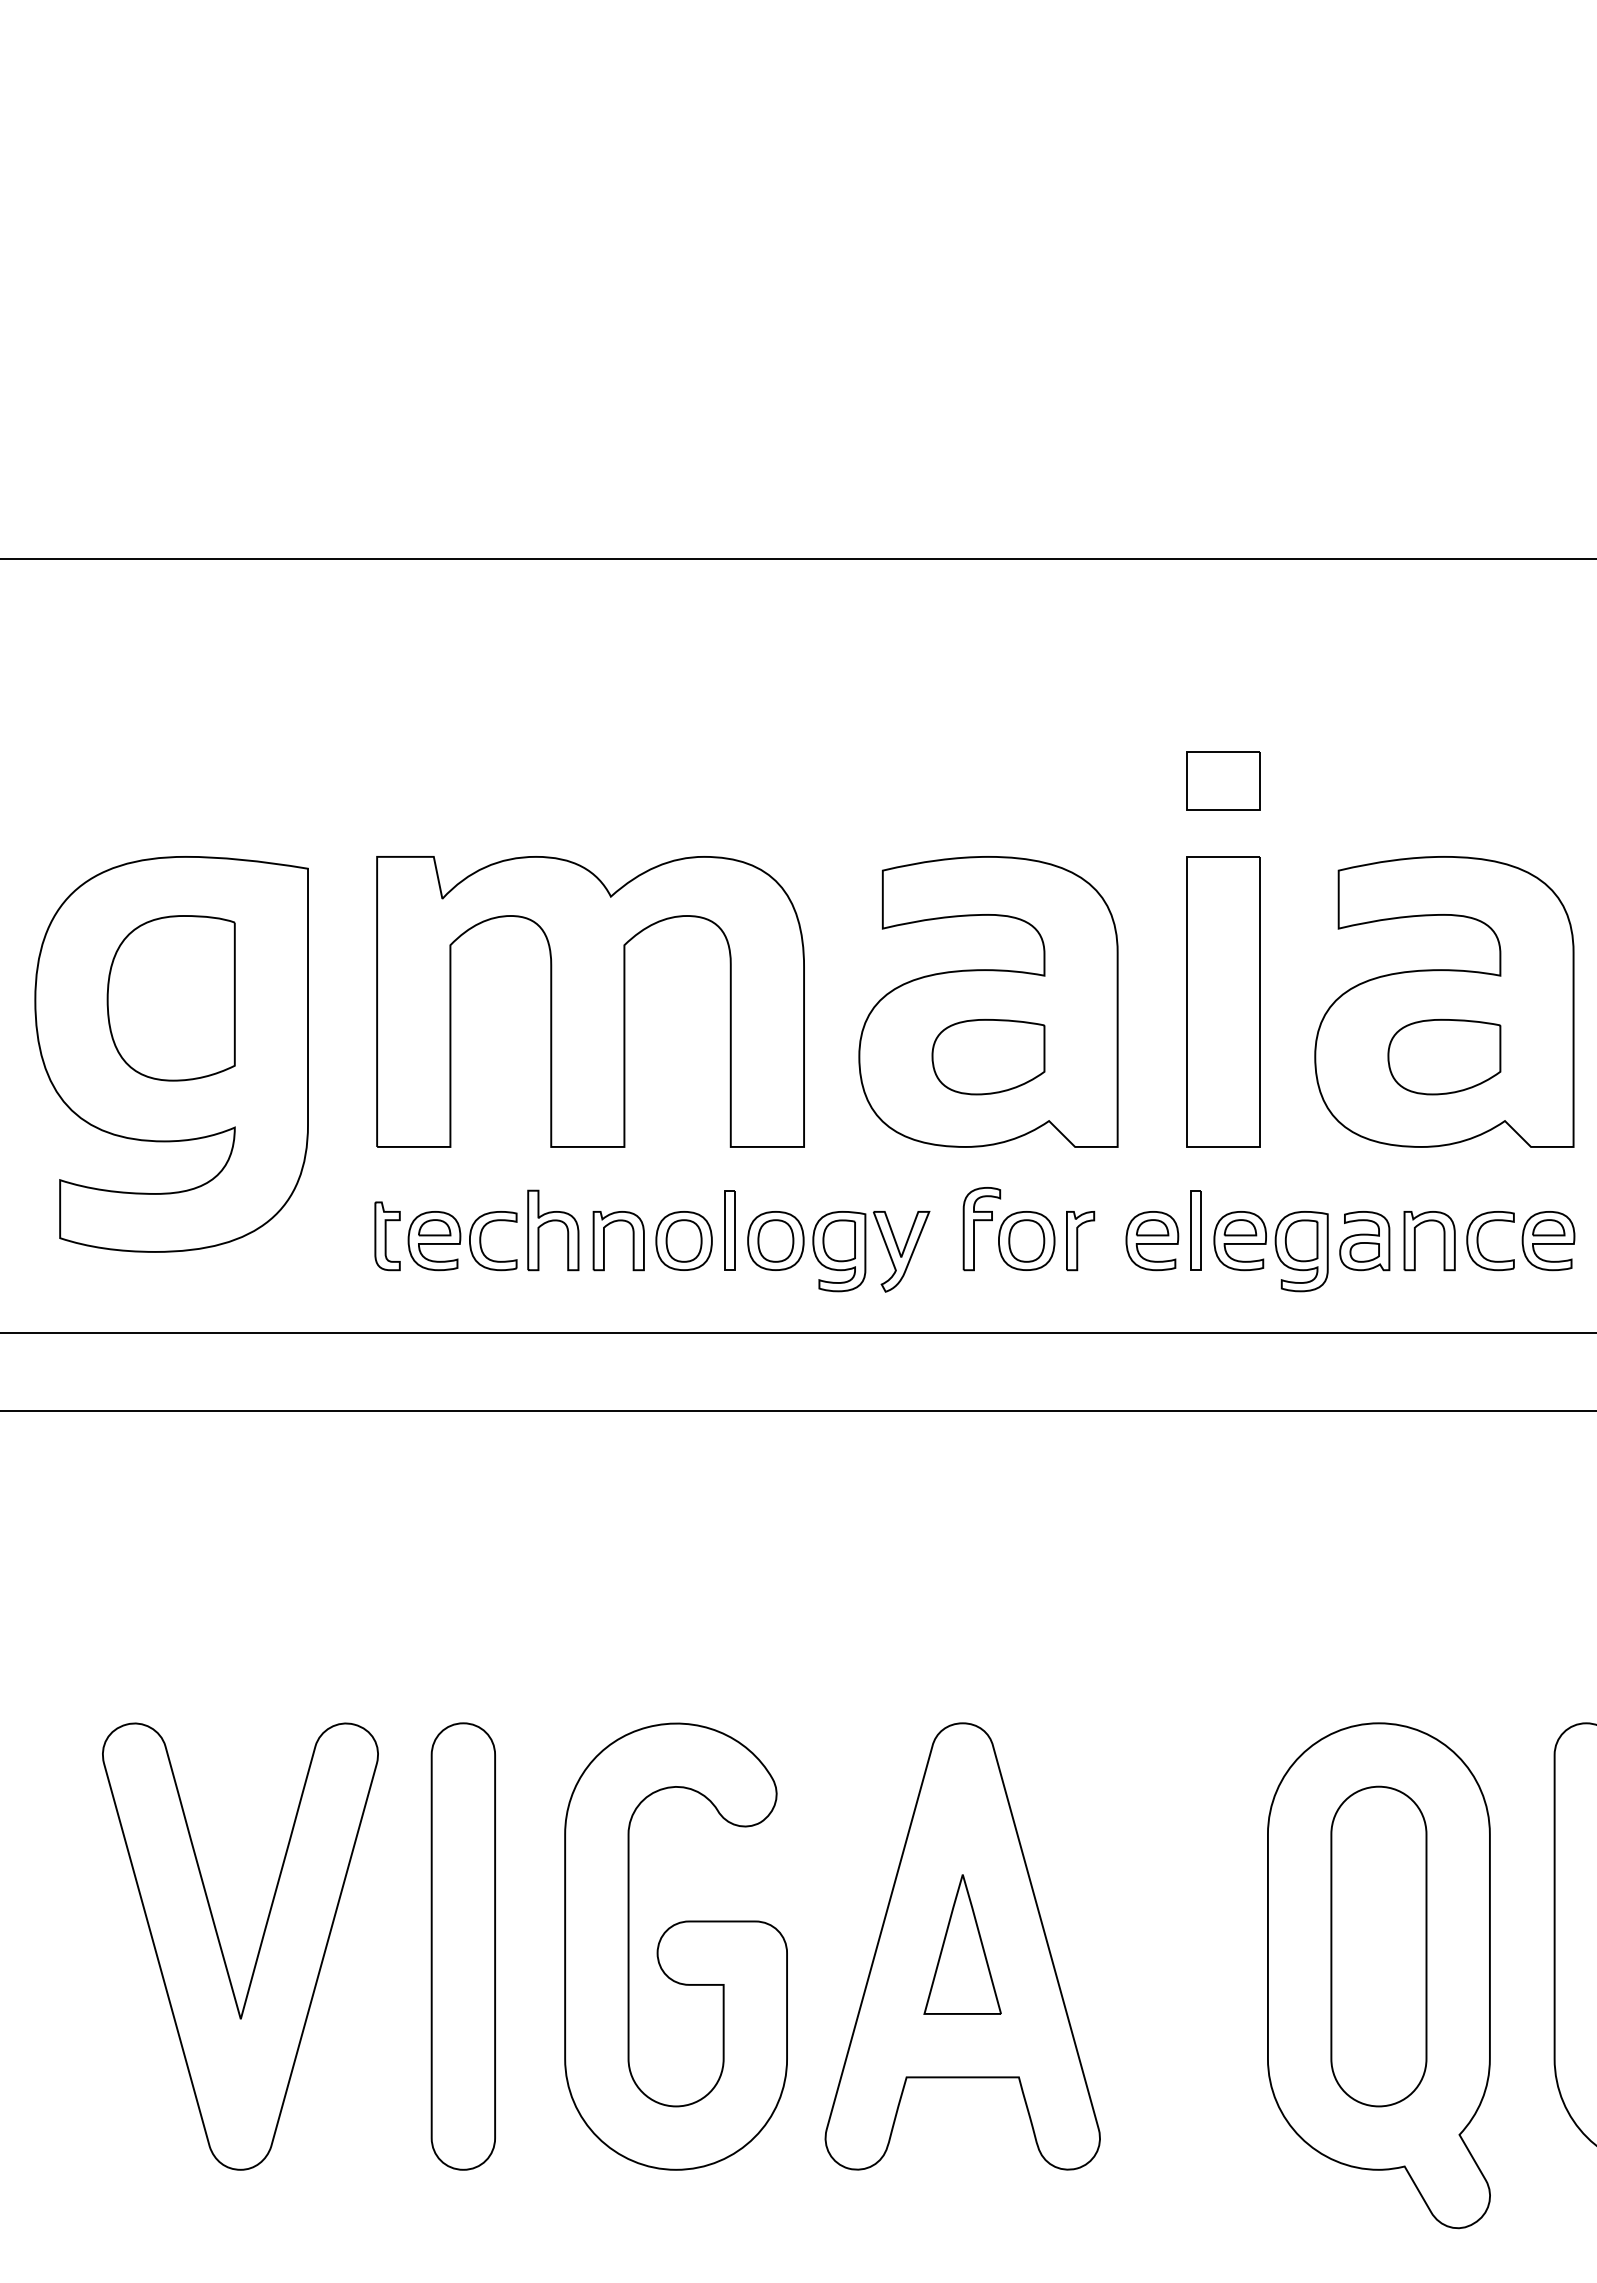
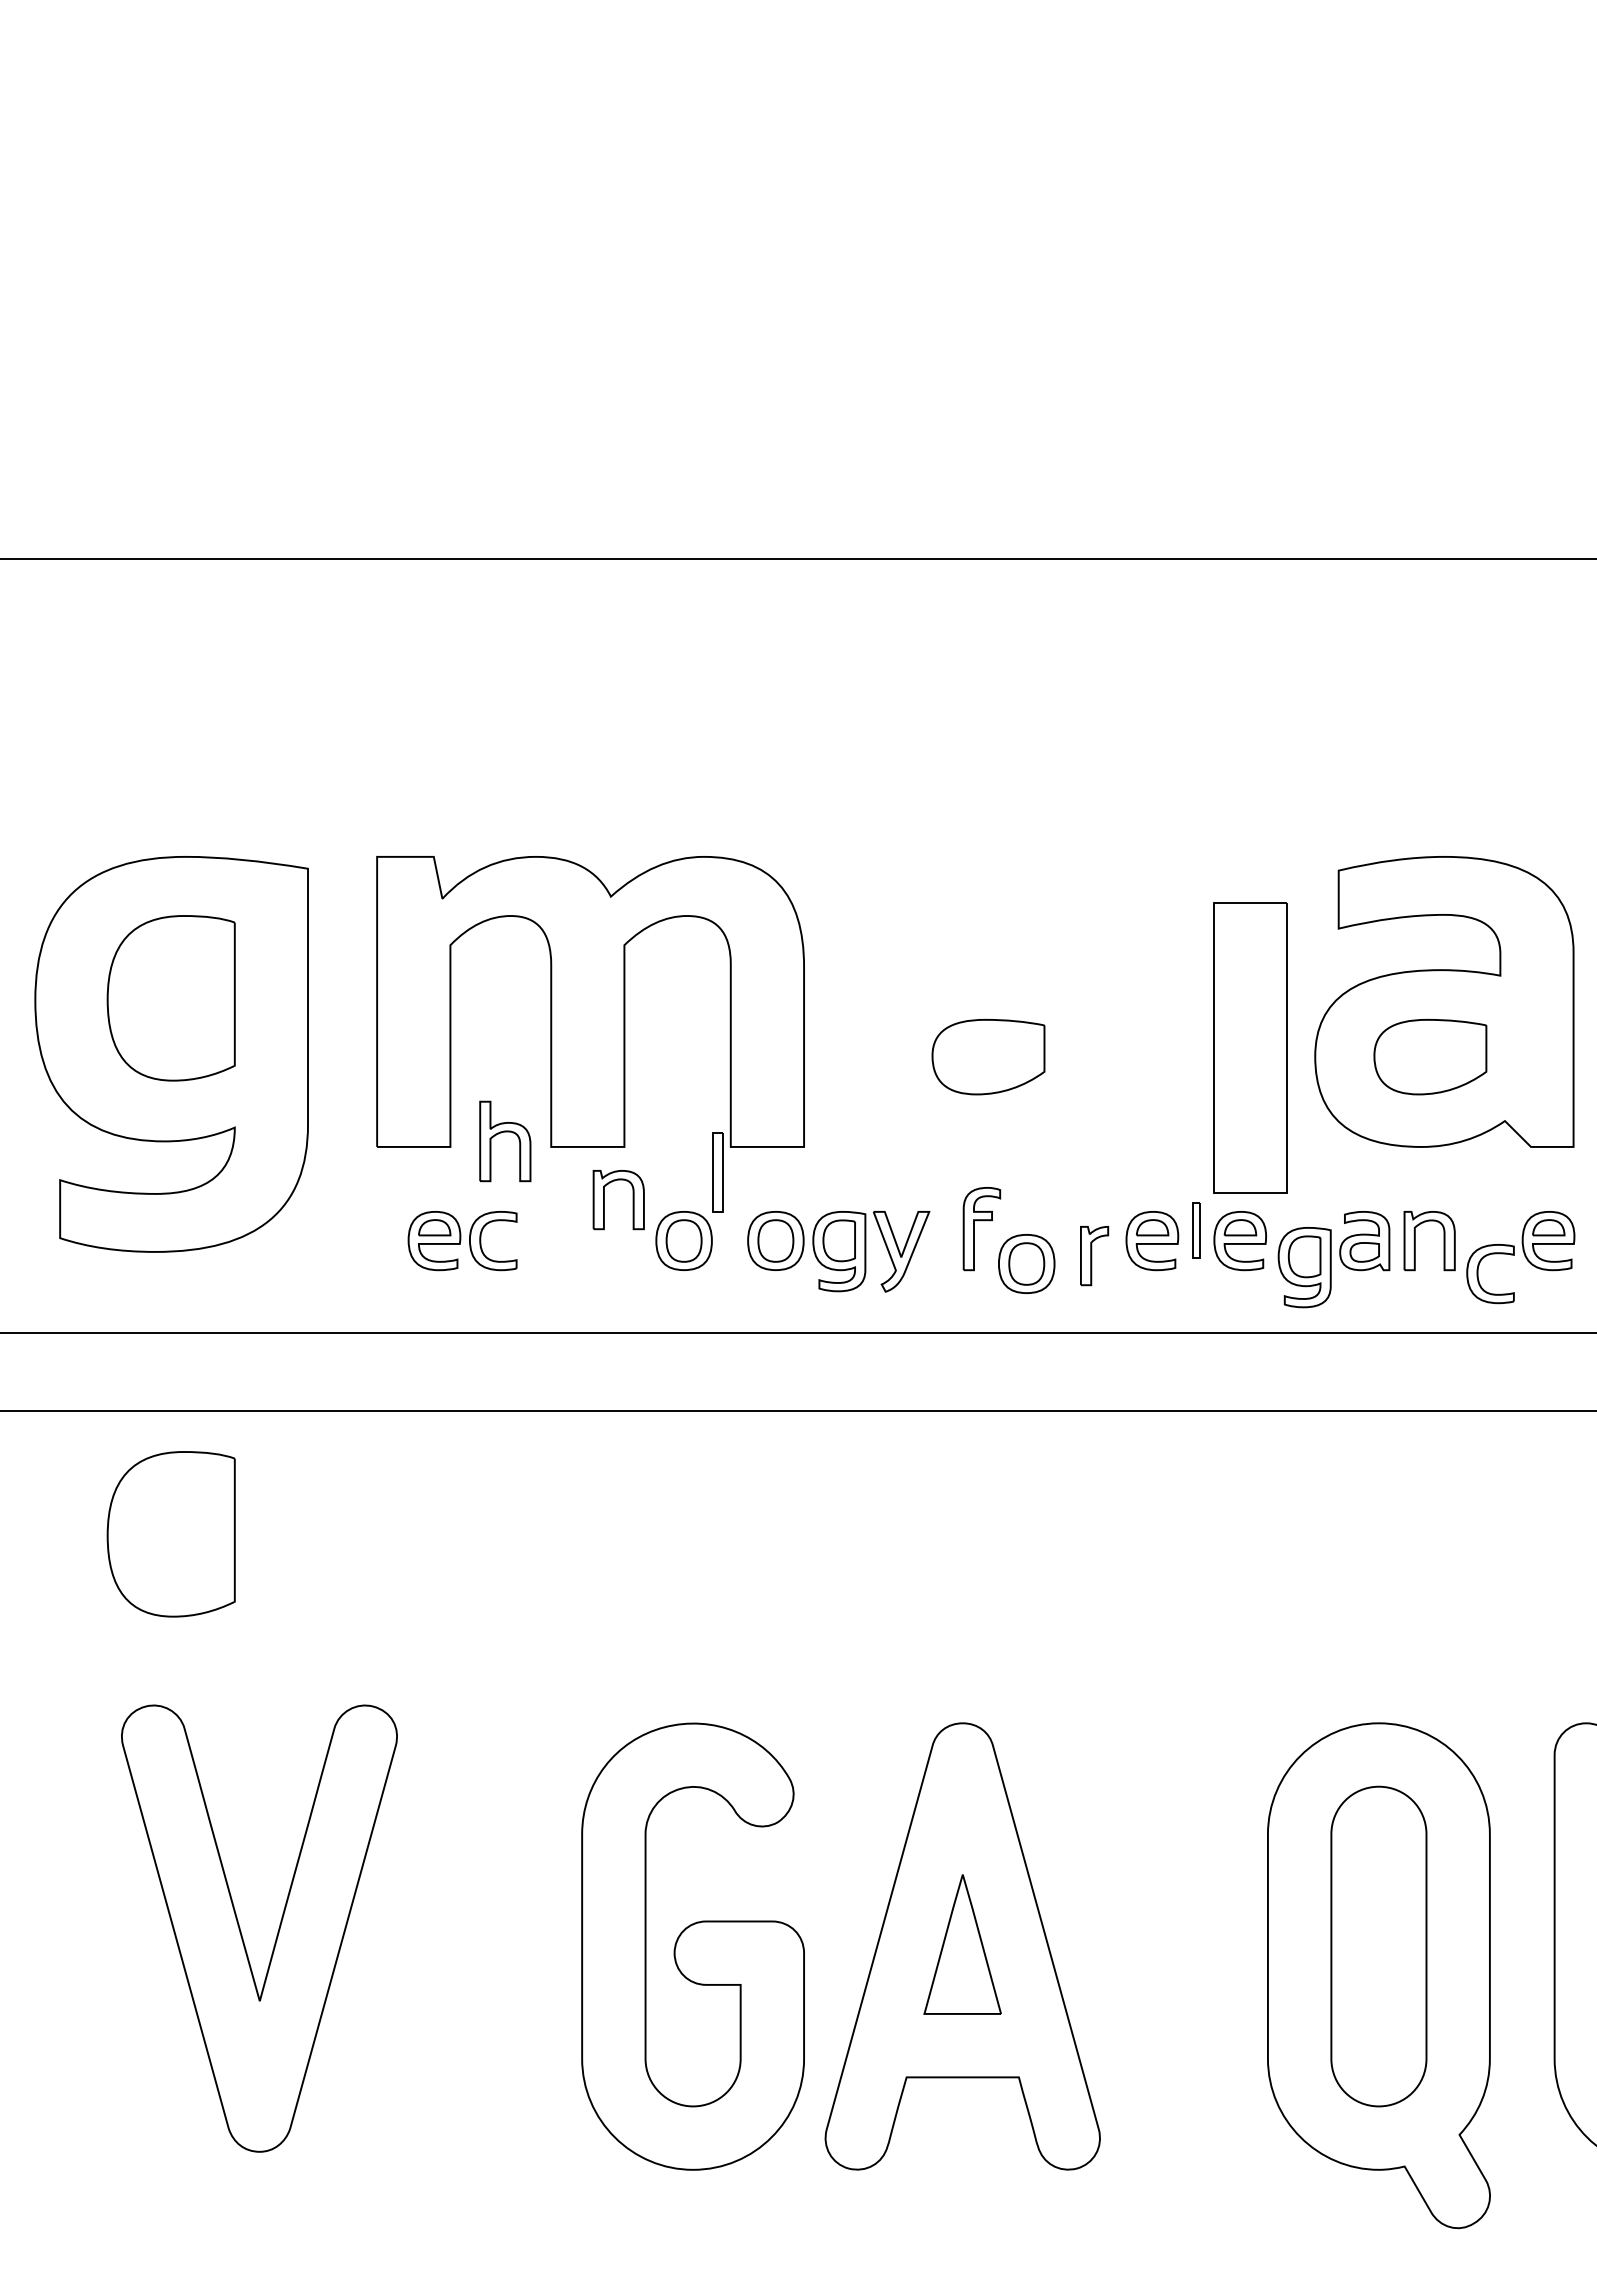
part at (1223, 780): present -> none
part at (988, 1001): present -> none
part at (1223, 1001) position: (1223, 1001) -> (1250, 1047)
part at (1444, 1057) position: (1444, 1057) -> (1430, 1057)
part at (549, 1222) position: (549, 1222) -> (501, 1133)
part at (729, 1230) position: (729, 1230) -> (717, 1172)
part at (1195, 1230) size: 12x81 px -> 9x57 px
part at (387, 1236): present -> none
part at (1026, 1240) position: (1026, 1240) -> (1026, 1263)
part at (604, 1241) position: (604, 1241) -> (604, 1200)
part at (1080, 1241) position: (1080, 1241) -> (1094, 1256)
part at (1478, 1241) position: (1478, 1241) -> (1478, 1274)
part at (1301, 1251) position: (1301, 1251) -> (1304, 1267)
part at (170, 1534): none -> present
part at (462, 1946): present -> none
part at (675, 1946) position: (675, 1946) -> (692, 1946)
part at (223, 1952) position: (223, 1952) -> (242, 1934)
